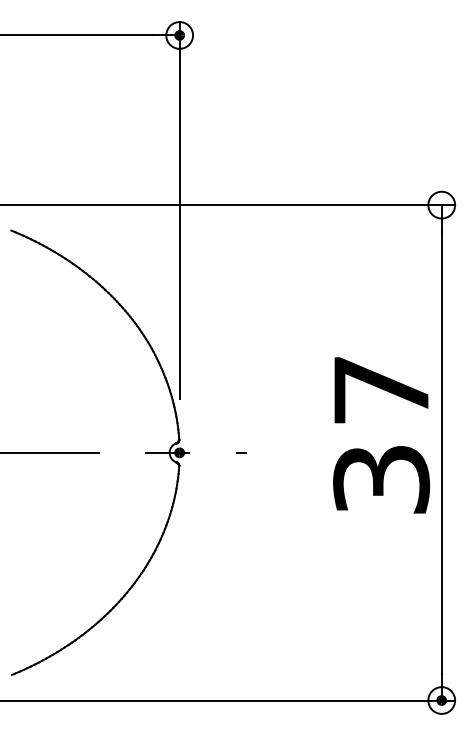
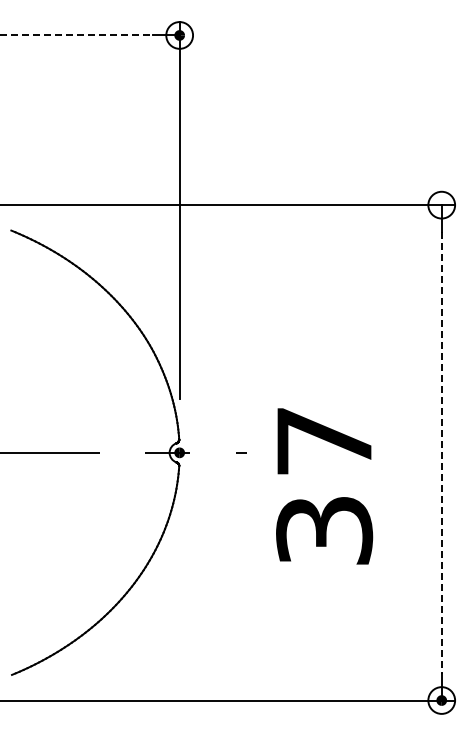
line at (76, 35): solid -> dashed
text at (381, 435) position: (381, 435) -> (324, 486)
line at (441, 452): solid -> dashed
